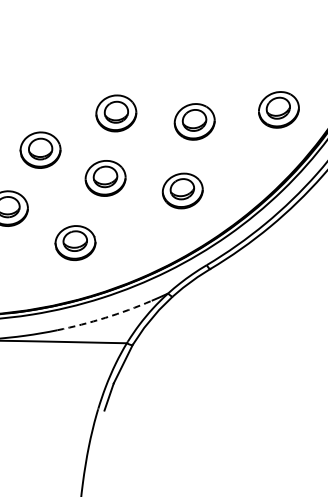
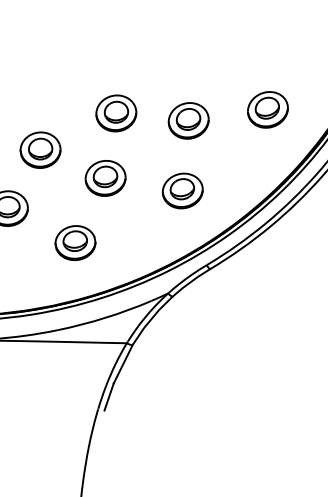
part at (278, 109) position: (278, 109) -> (267, 109)
part at (194, 121) position: (194, 121) -> (188, 120)
arc at (105, 317): dashed -> solid
